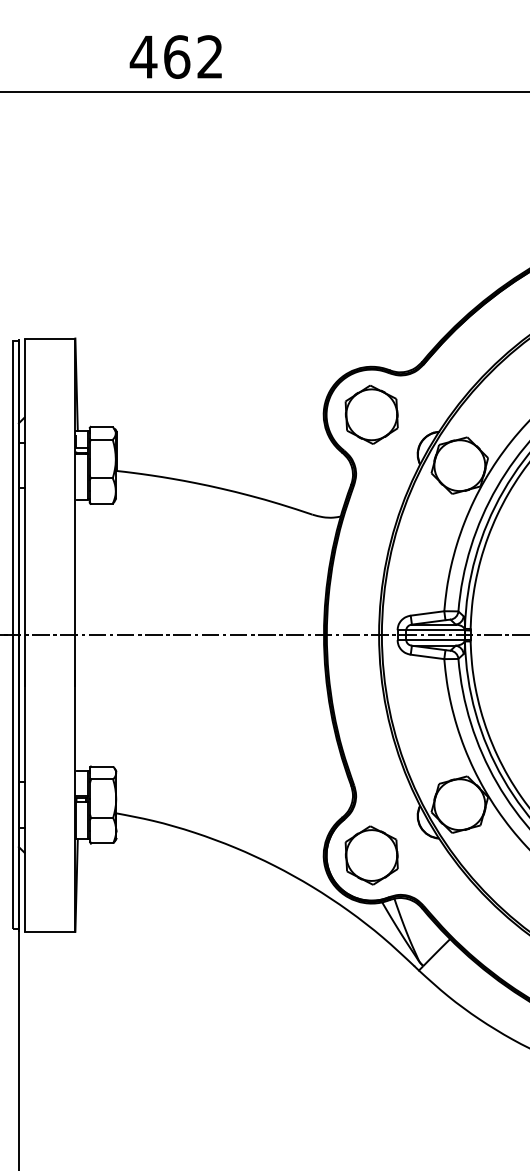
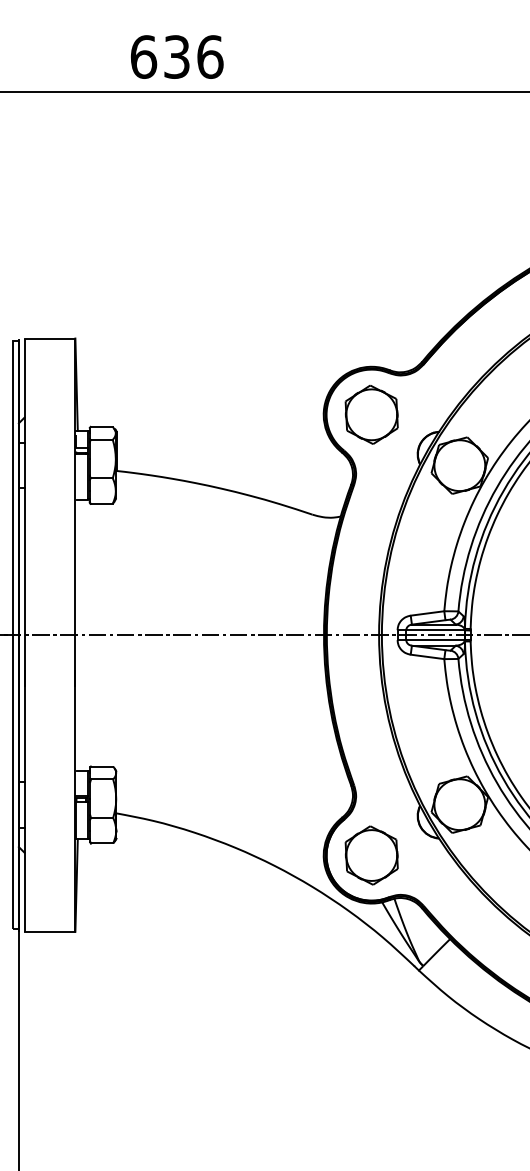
text at (176, 56): 462 -> 636
